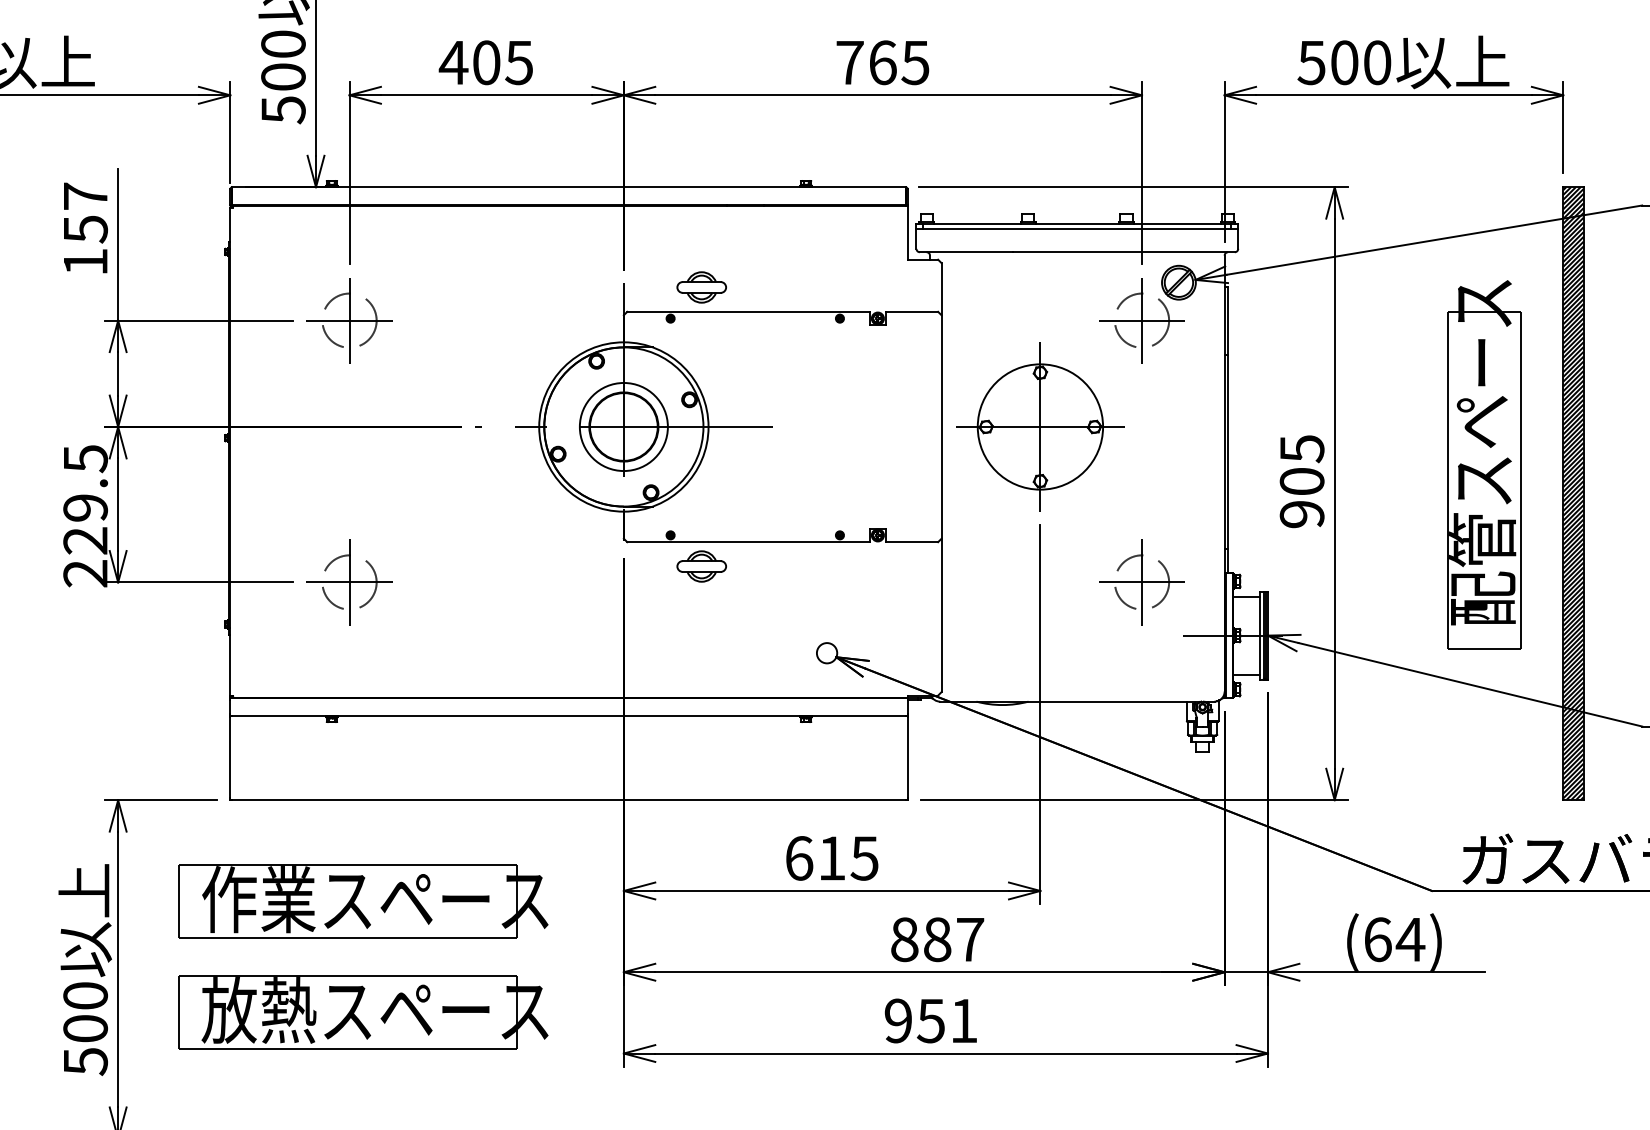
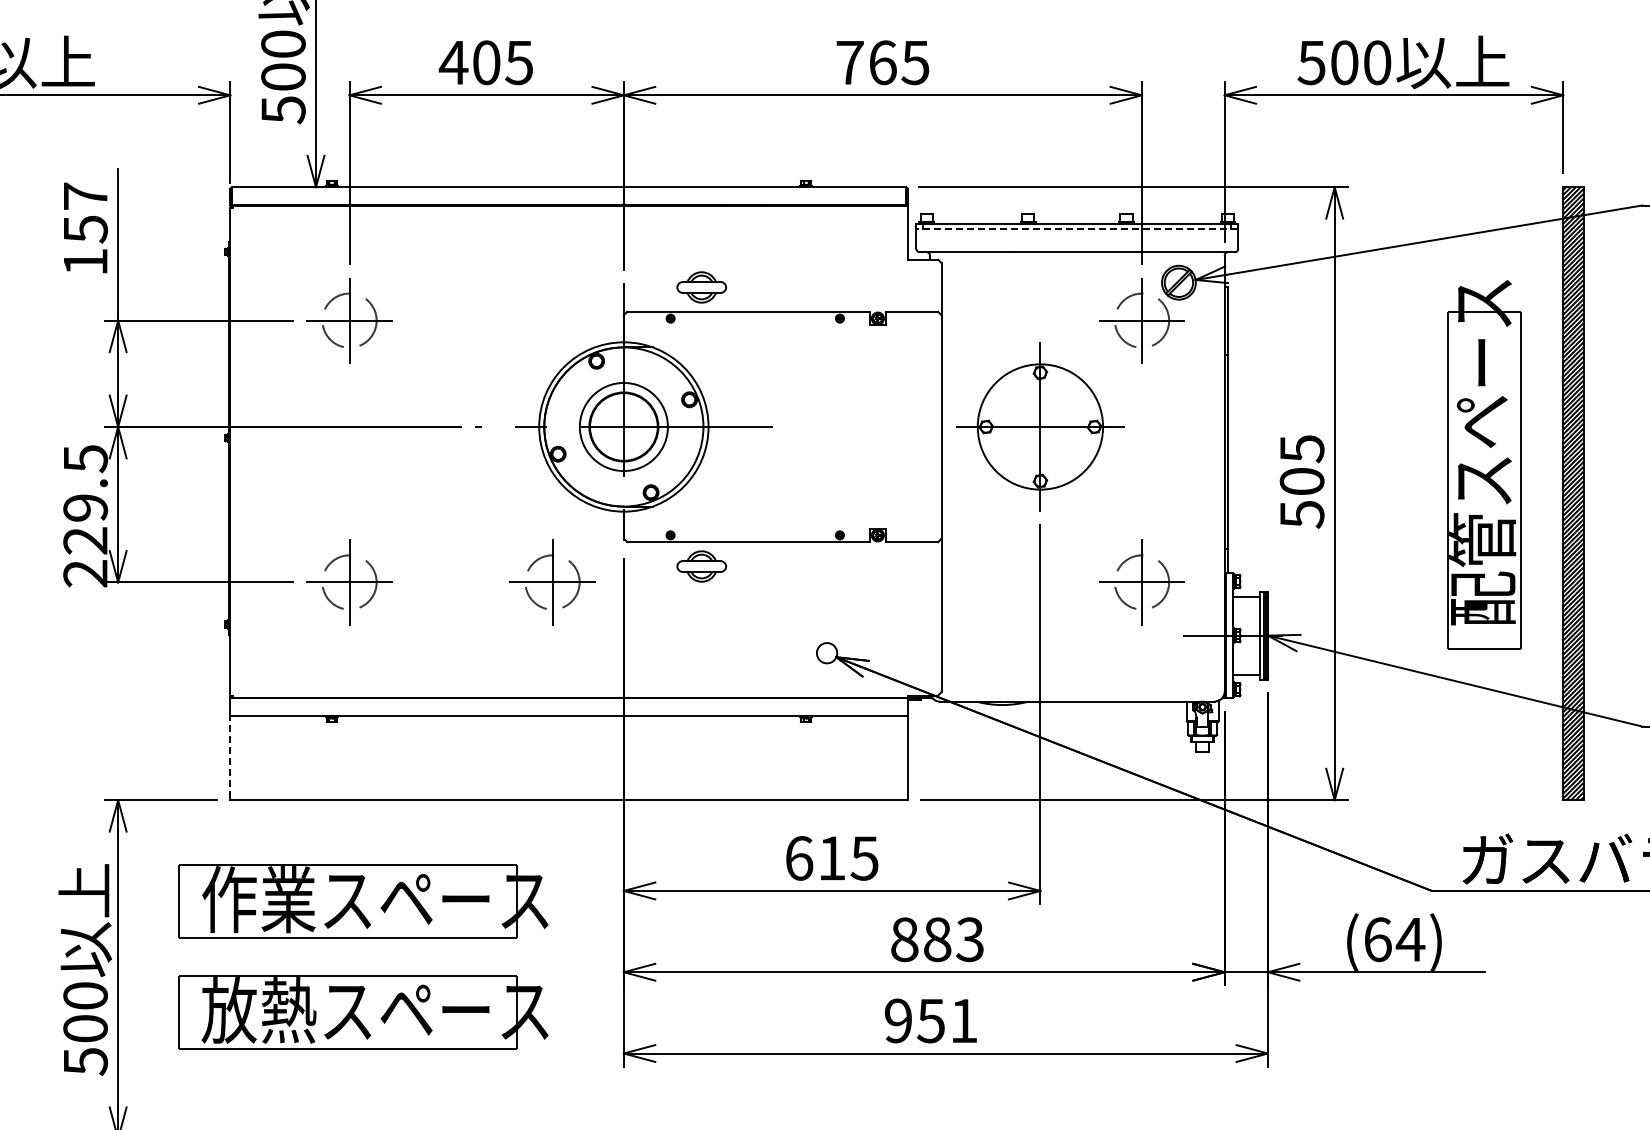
line at (1077, 228): solid -> dashed
text at (1301, 514): 905 -> 505
part at (552, 582): none -> present
line at (230, 757): solid -> dashed
text at (970, 939): 887 -> 883
